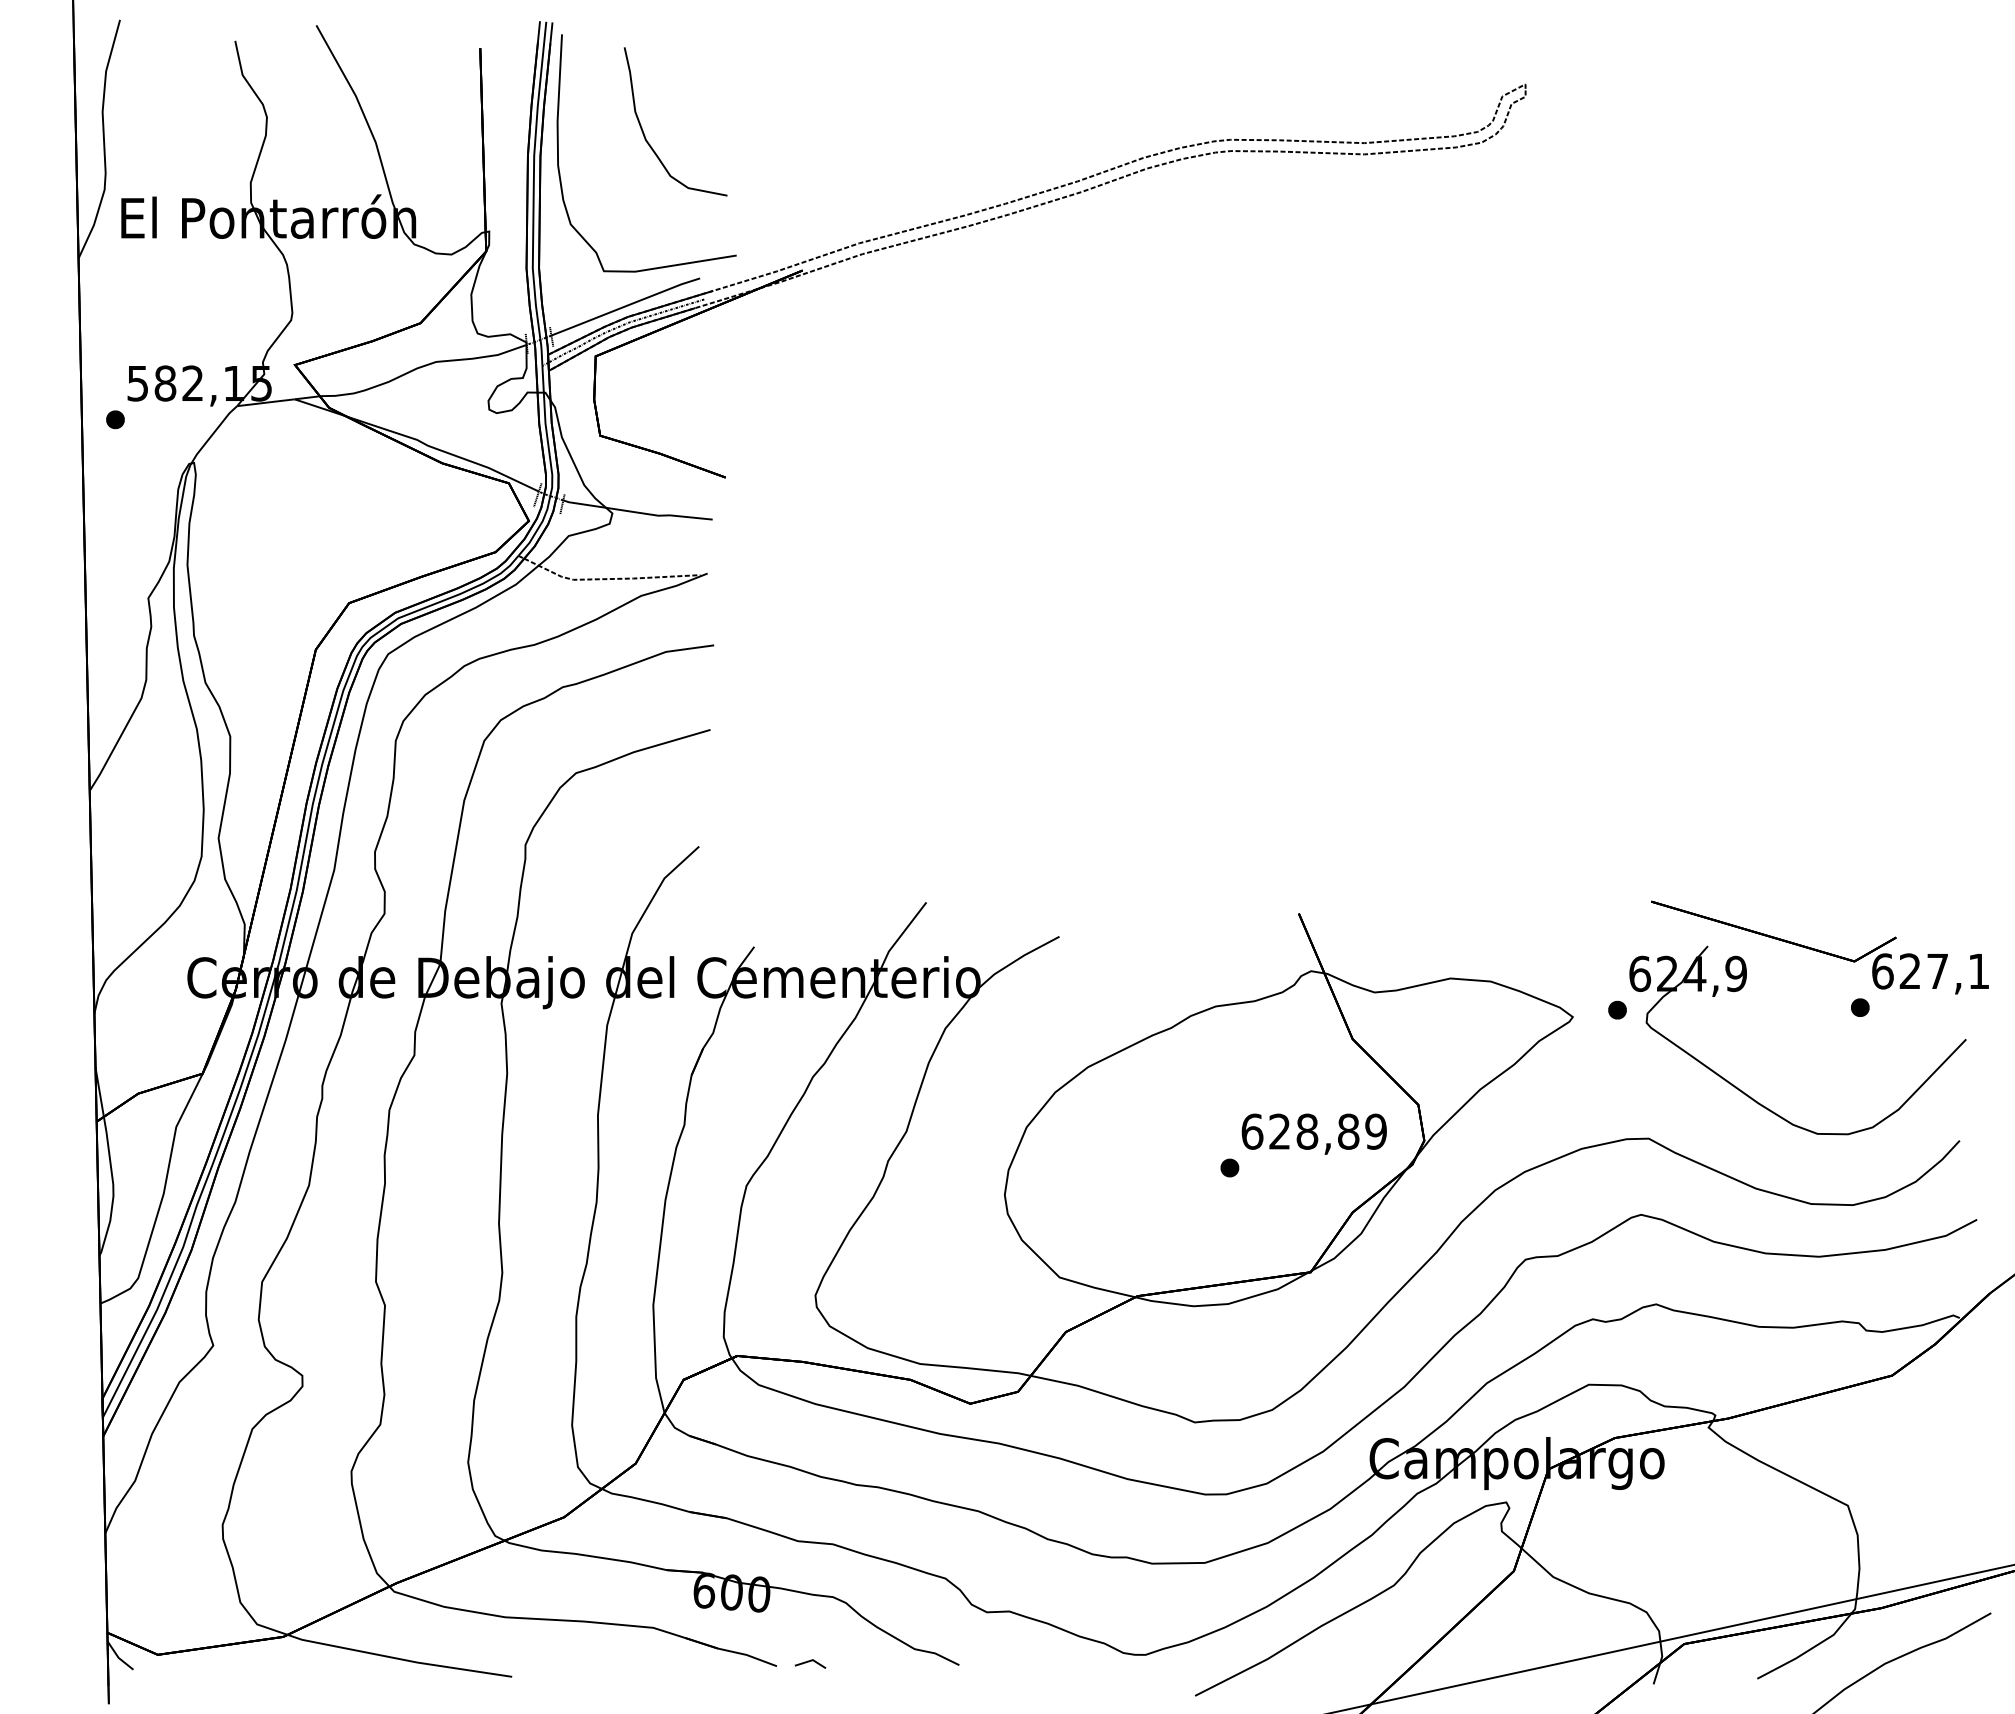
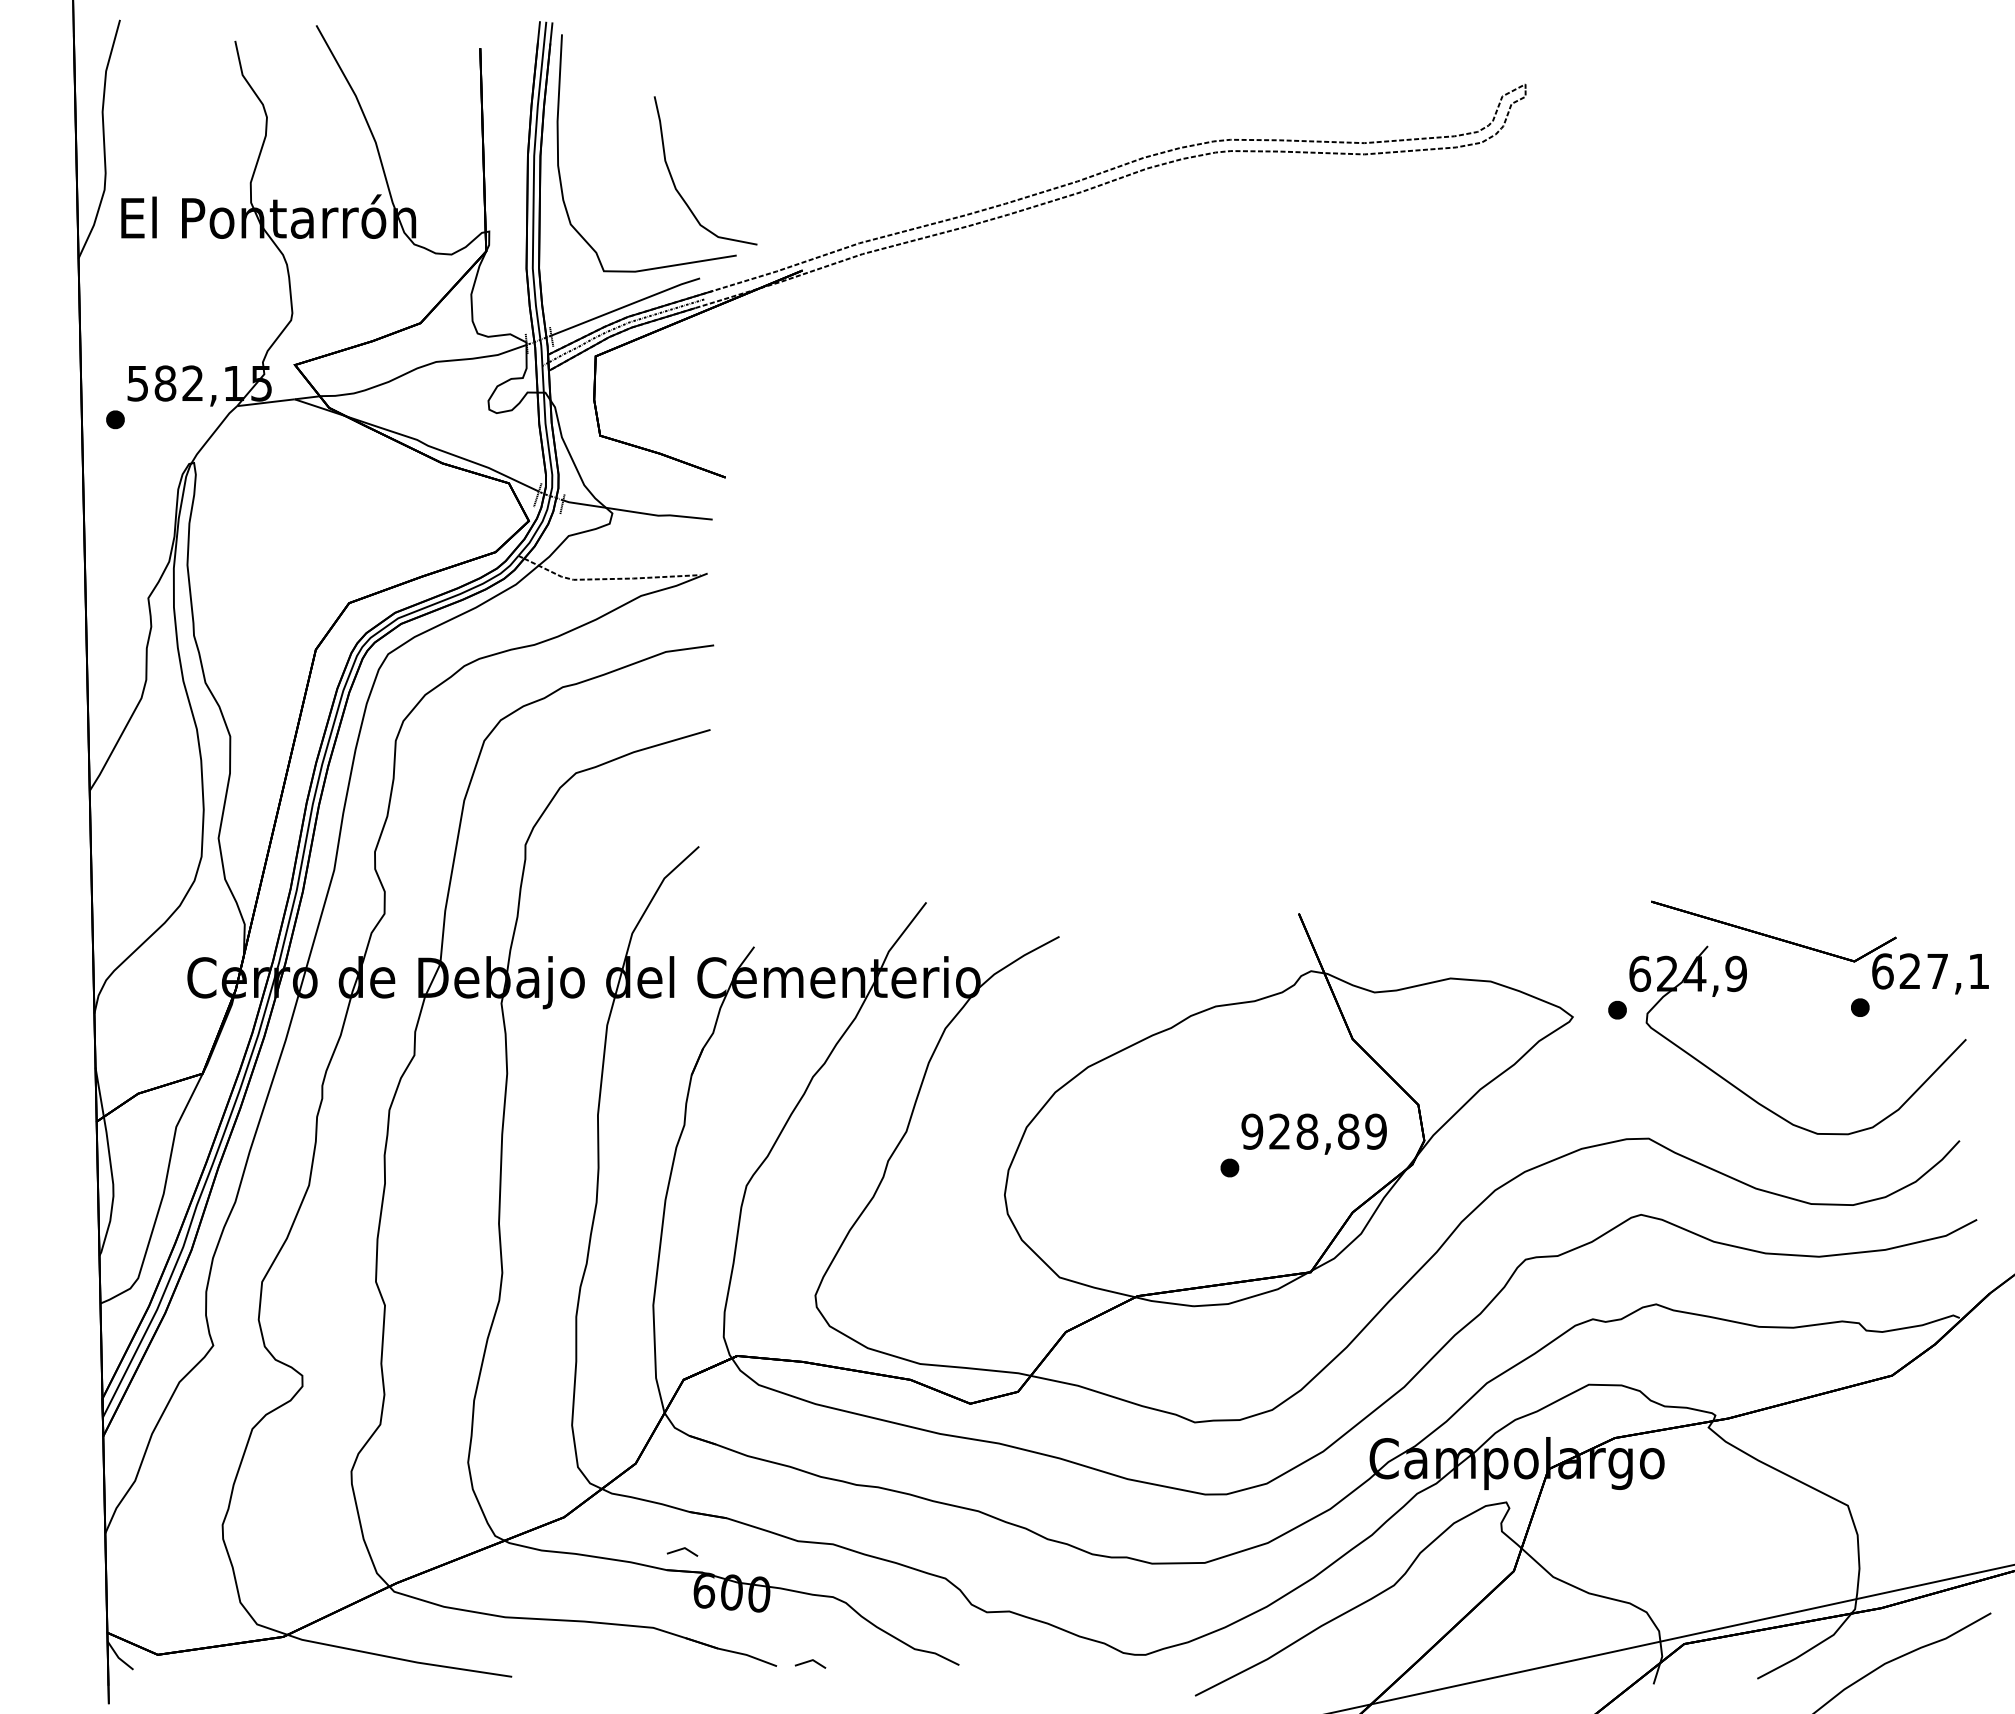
curve at (645, 135) position: (645, 135) -> (675, 184)
text at (1252, 1131): 628,89 -> 928,89
line at (681, 1550): none -> present
